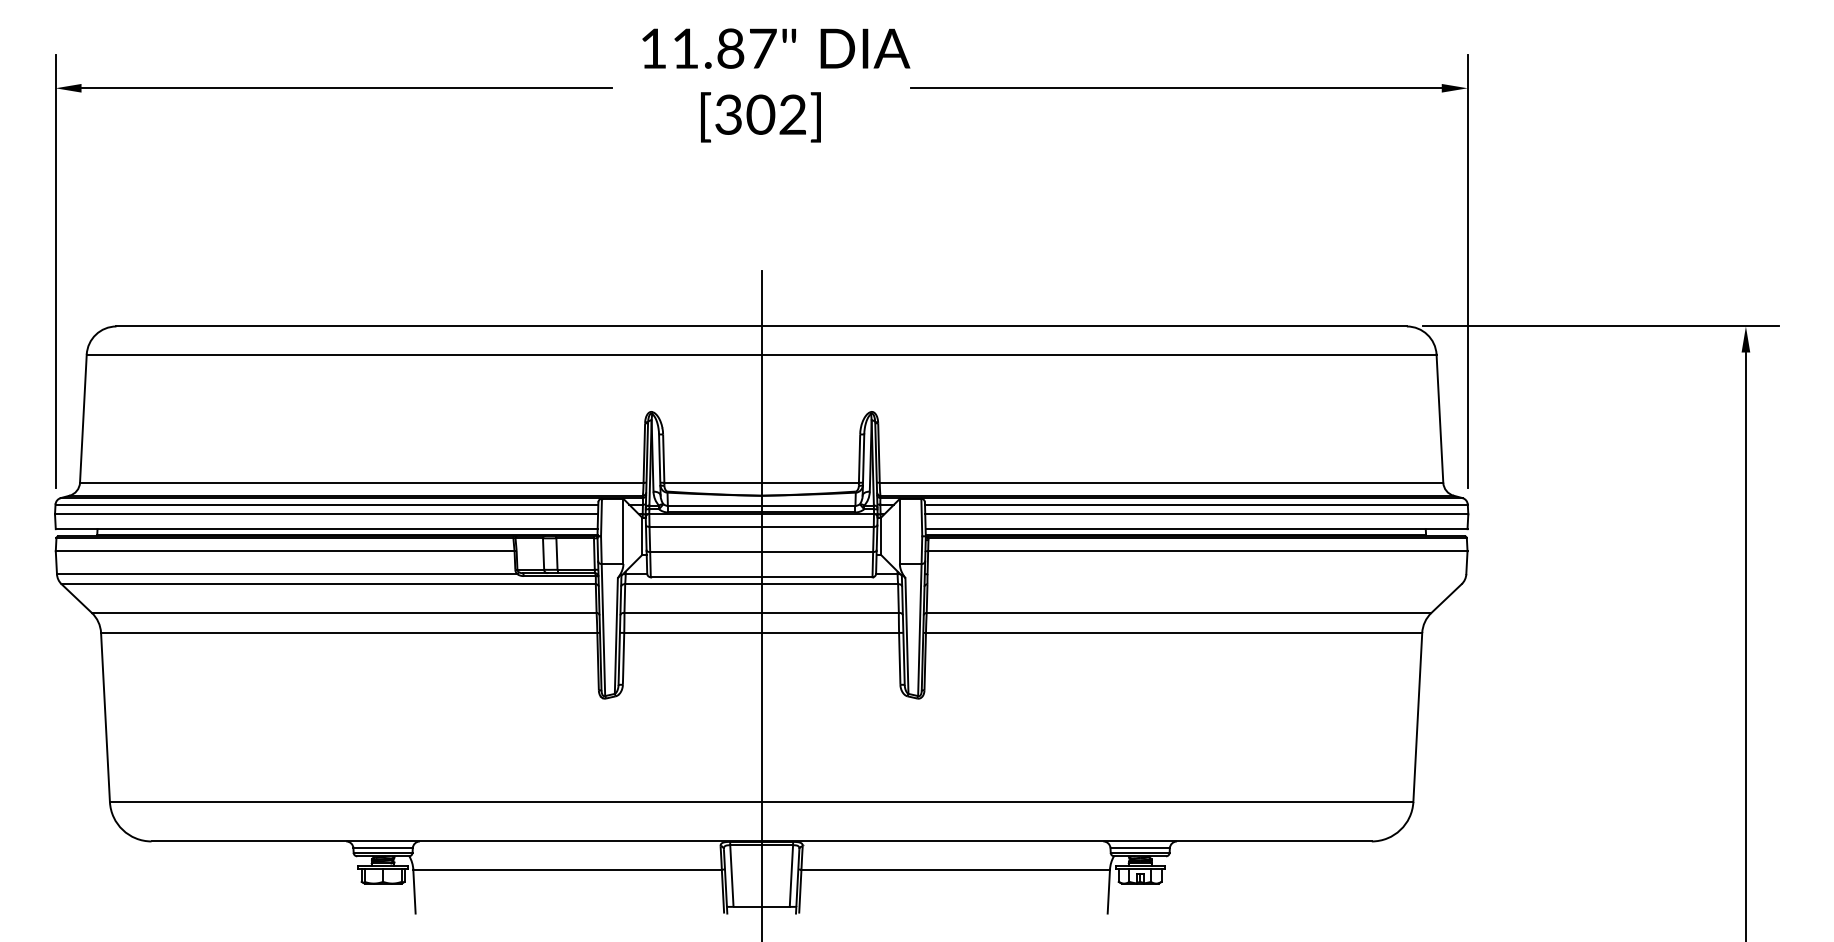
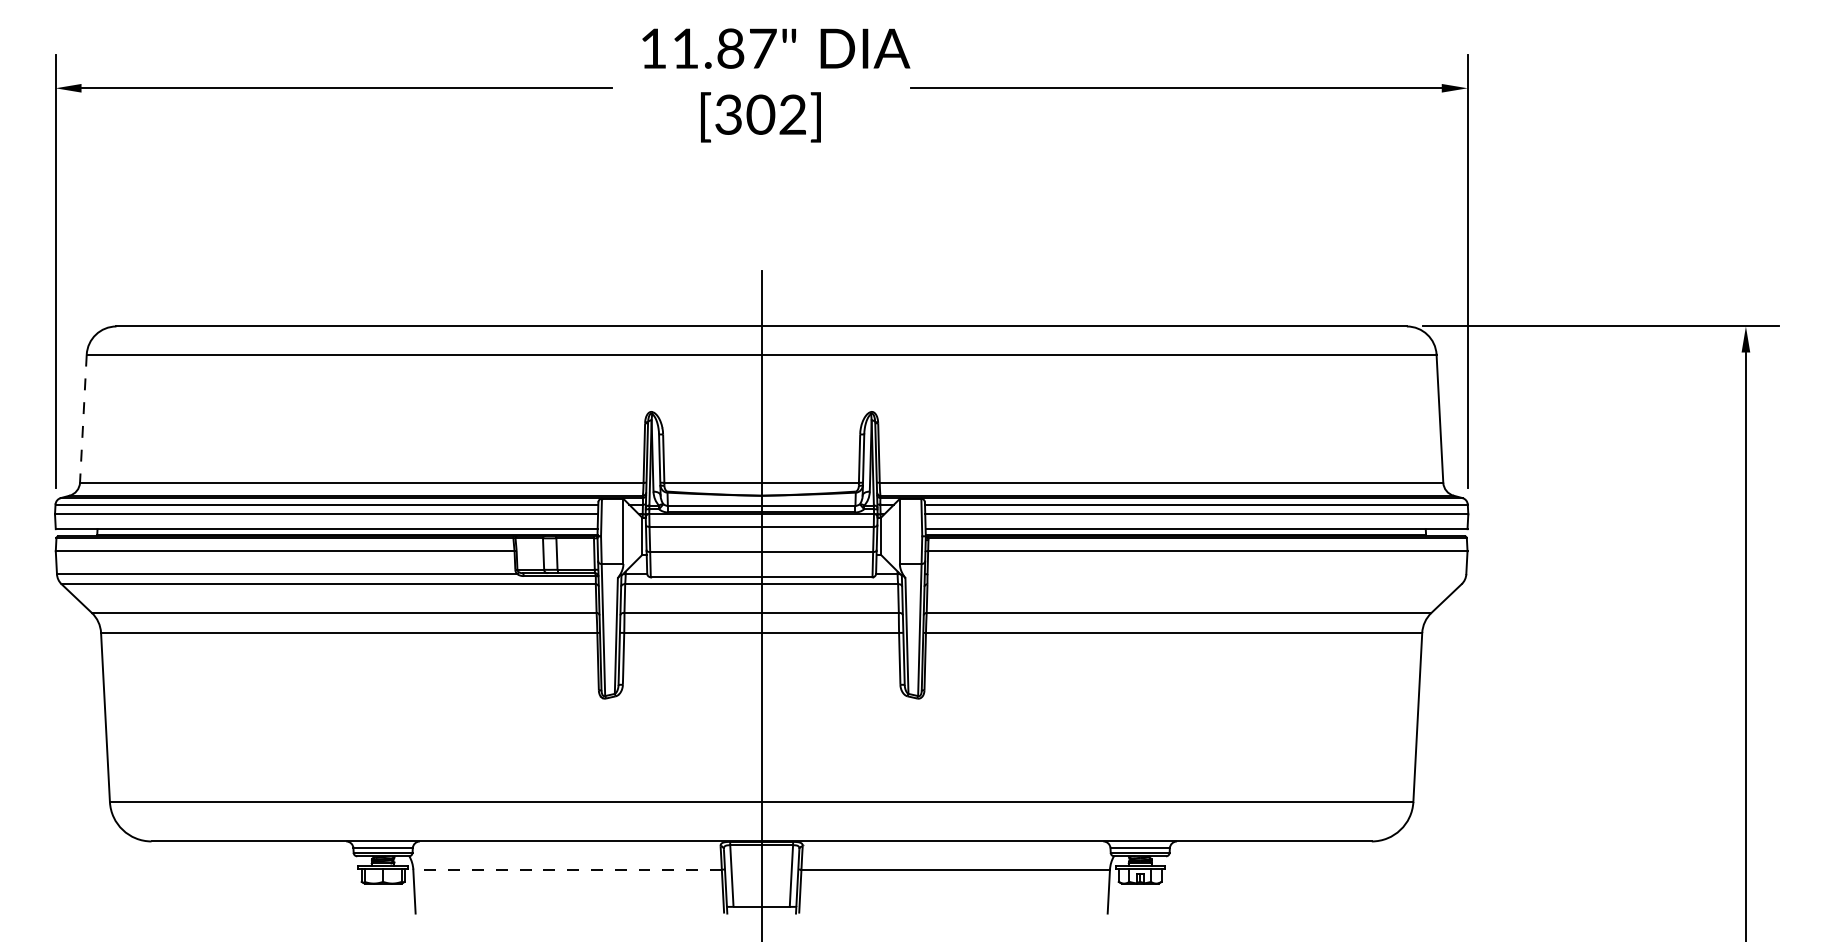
line at (83, 419): solid -> dashed
line at (567, 869): solid -> dashed
